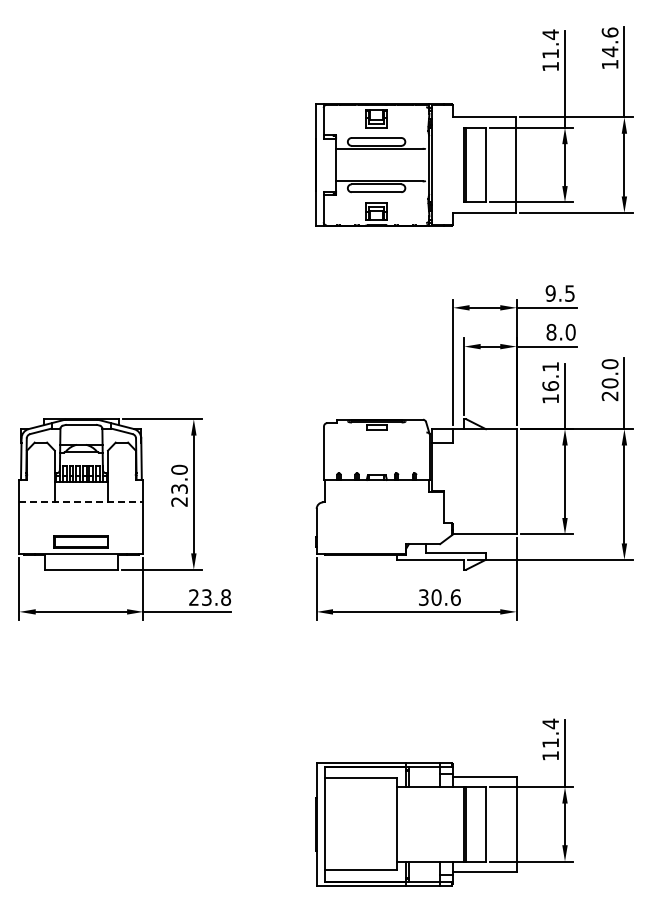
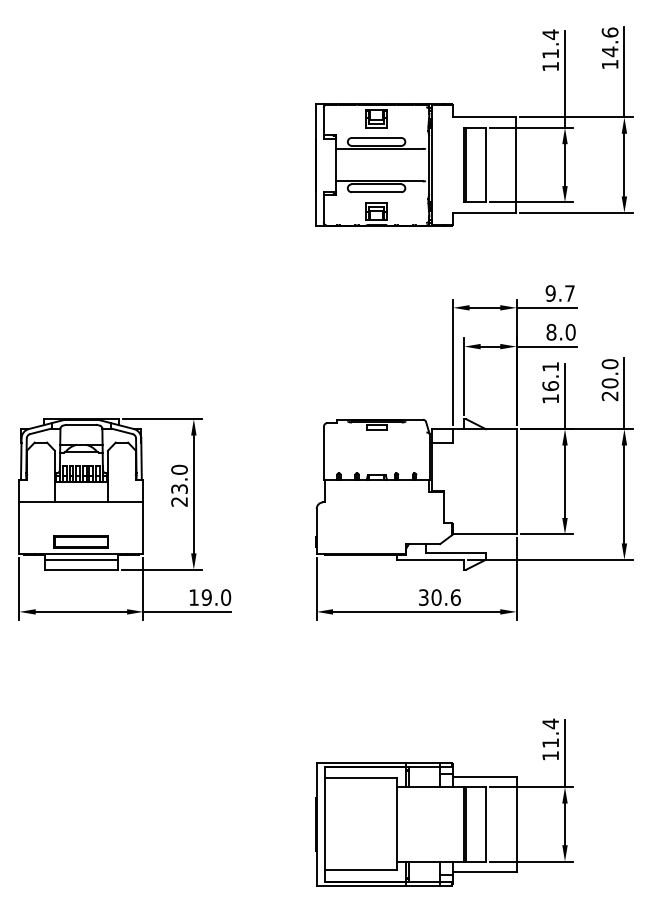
text at (569, 293): 9.5 -> 9.7
line at (81, 502): dashed -> solid
line at (81, 559): none -> present
text at (210, 597): 23.8 -> 19.0
